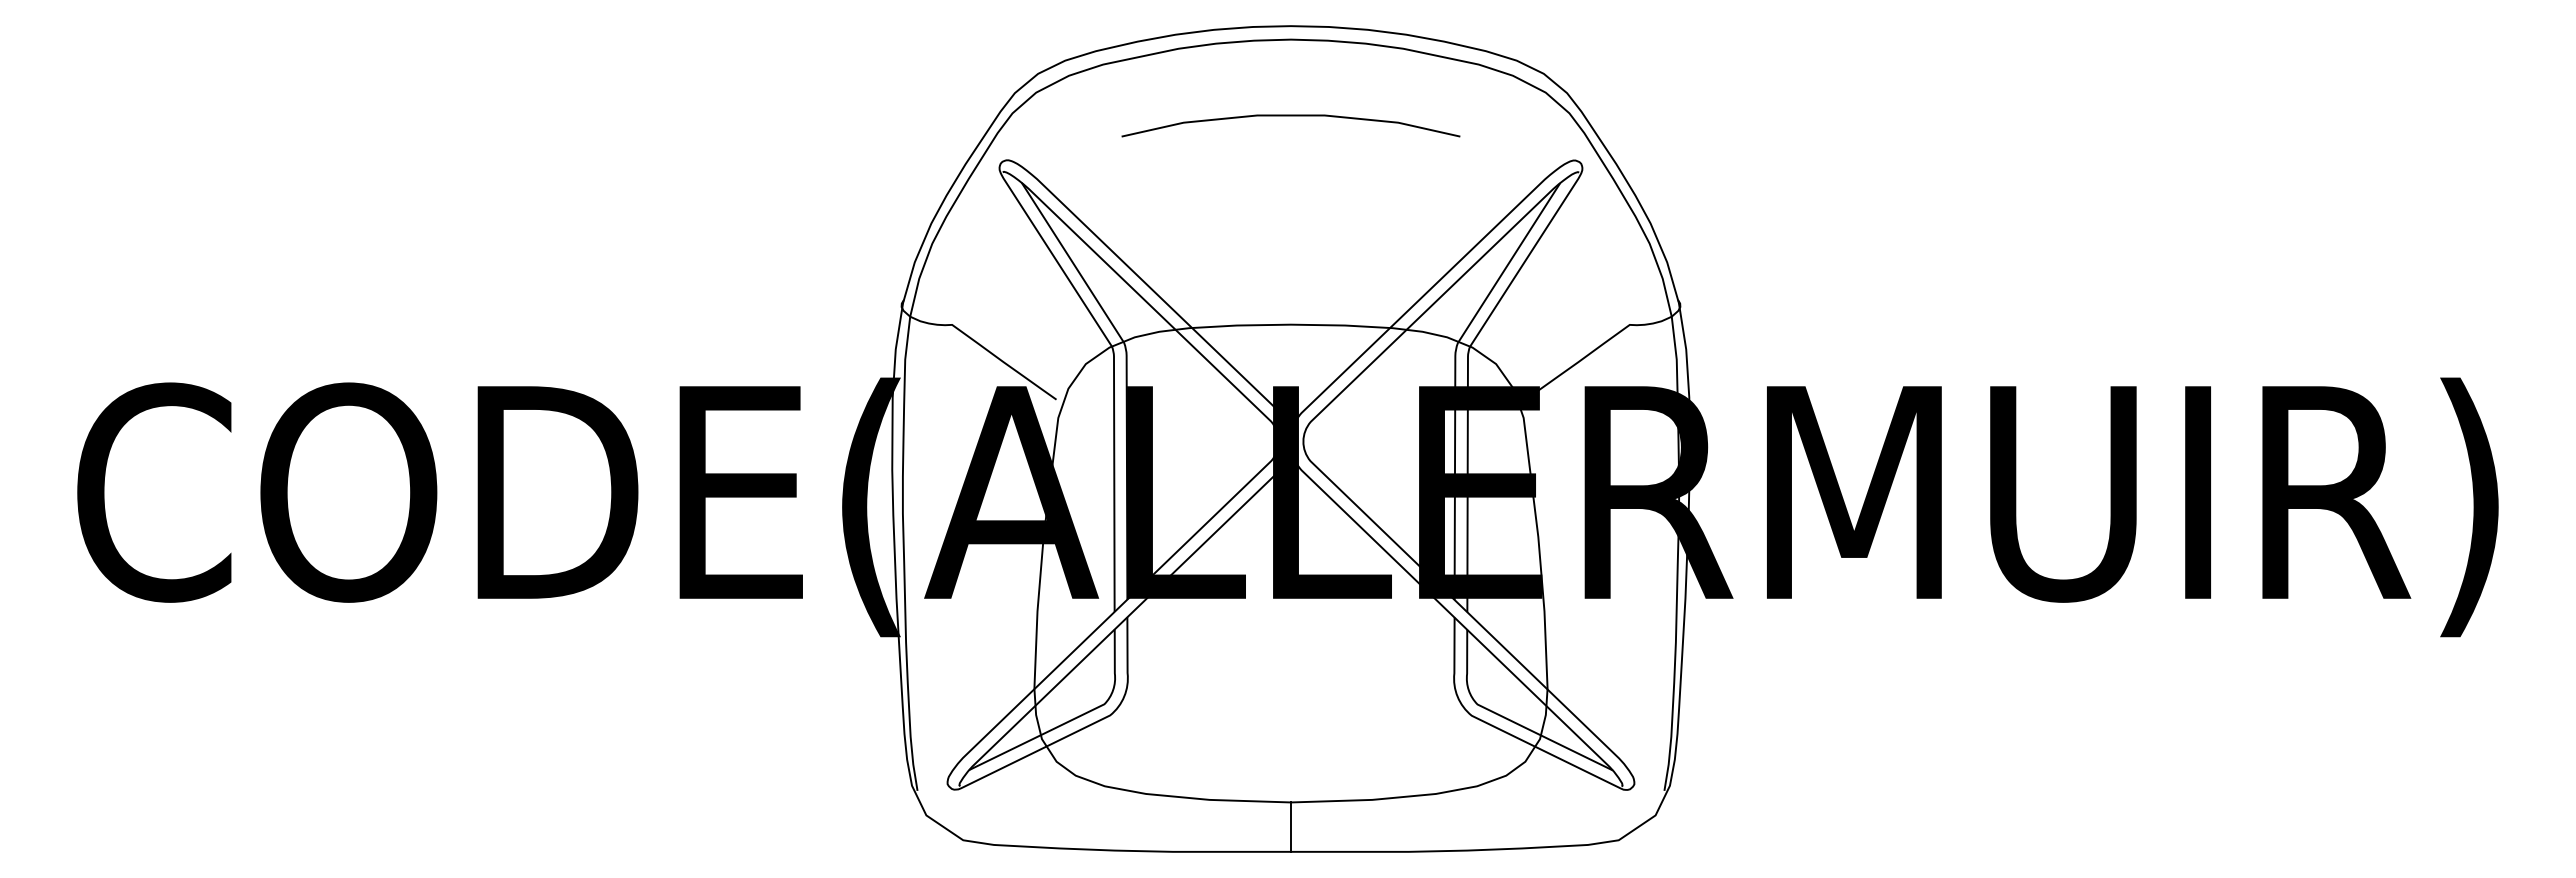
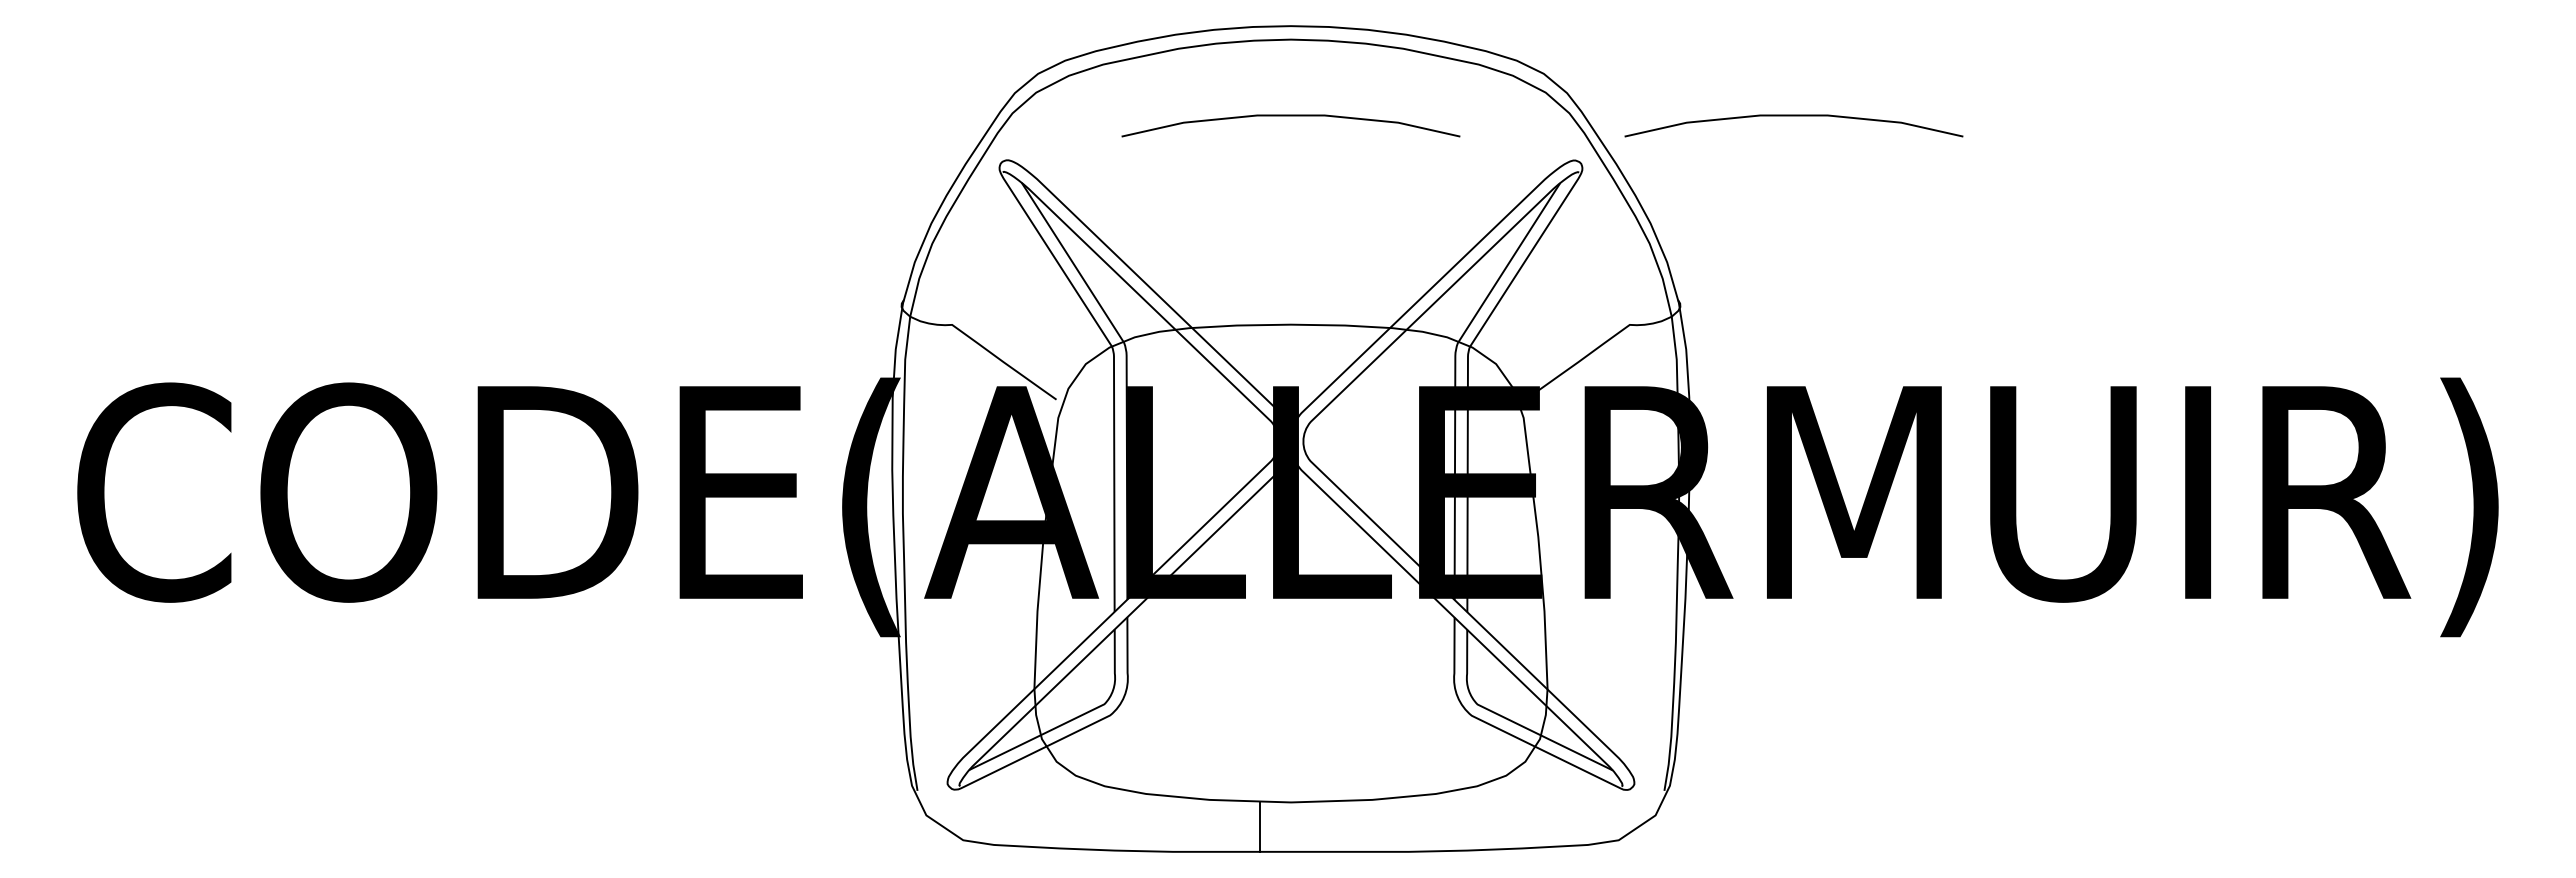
curve at (1793, 116): none -> present
line at (1290, 826) position: (1290, 826) -> (1259, 826)
